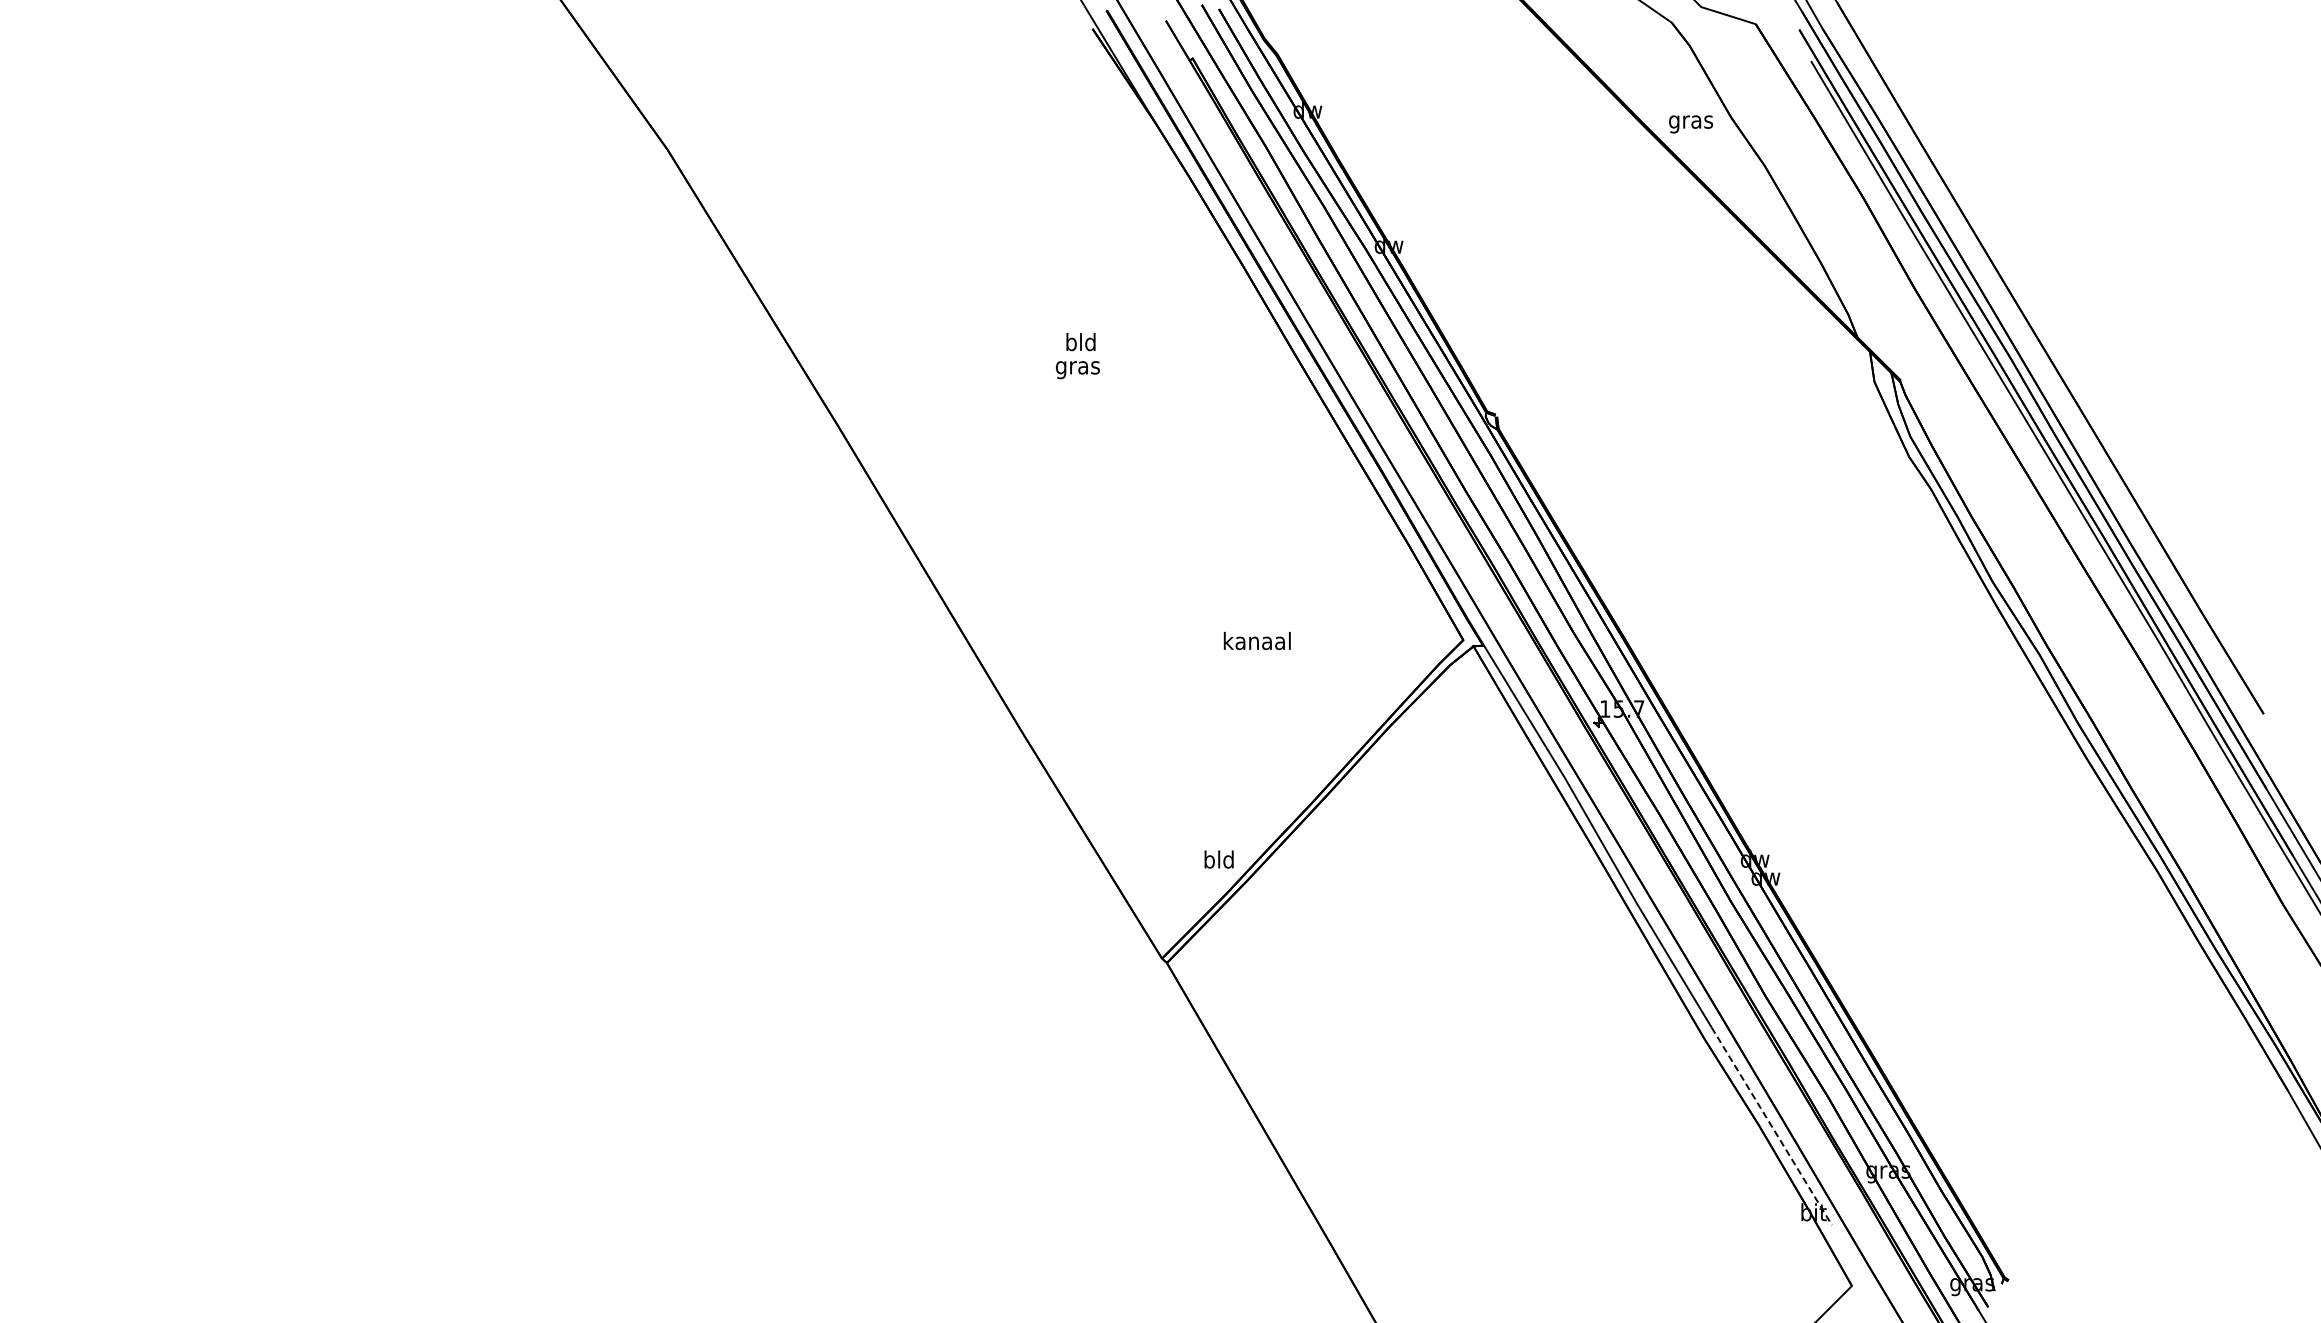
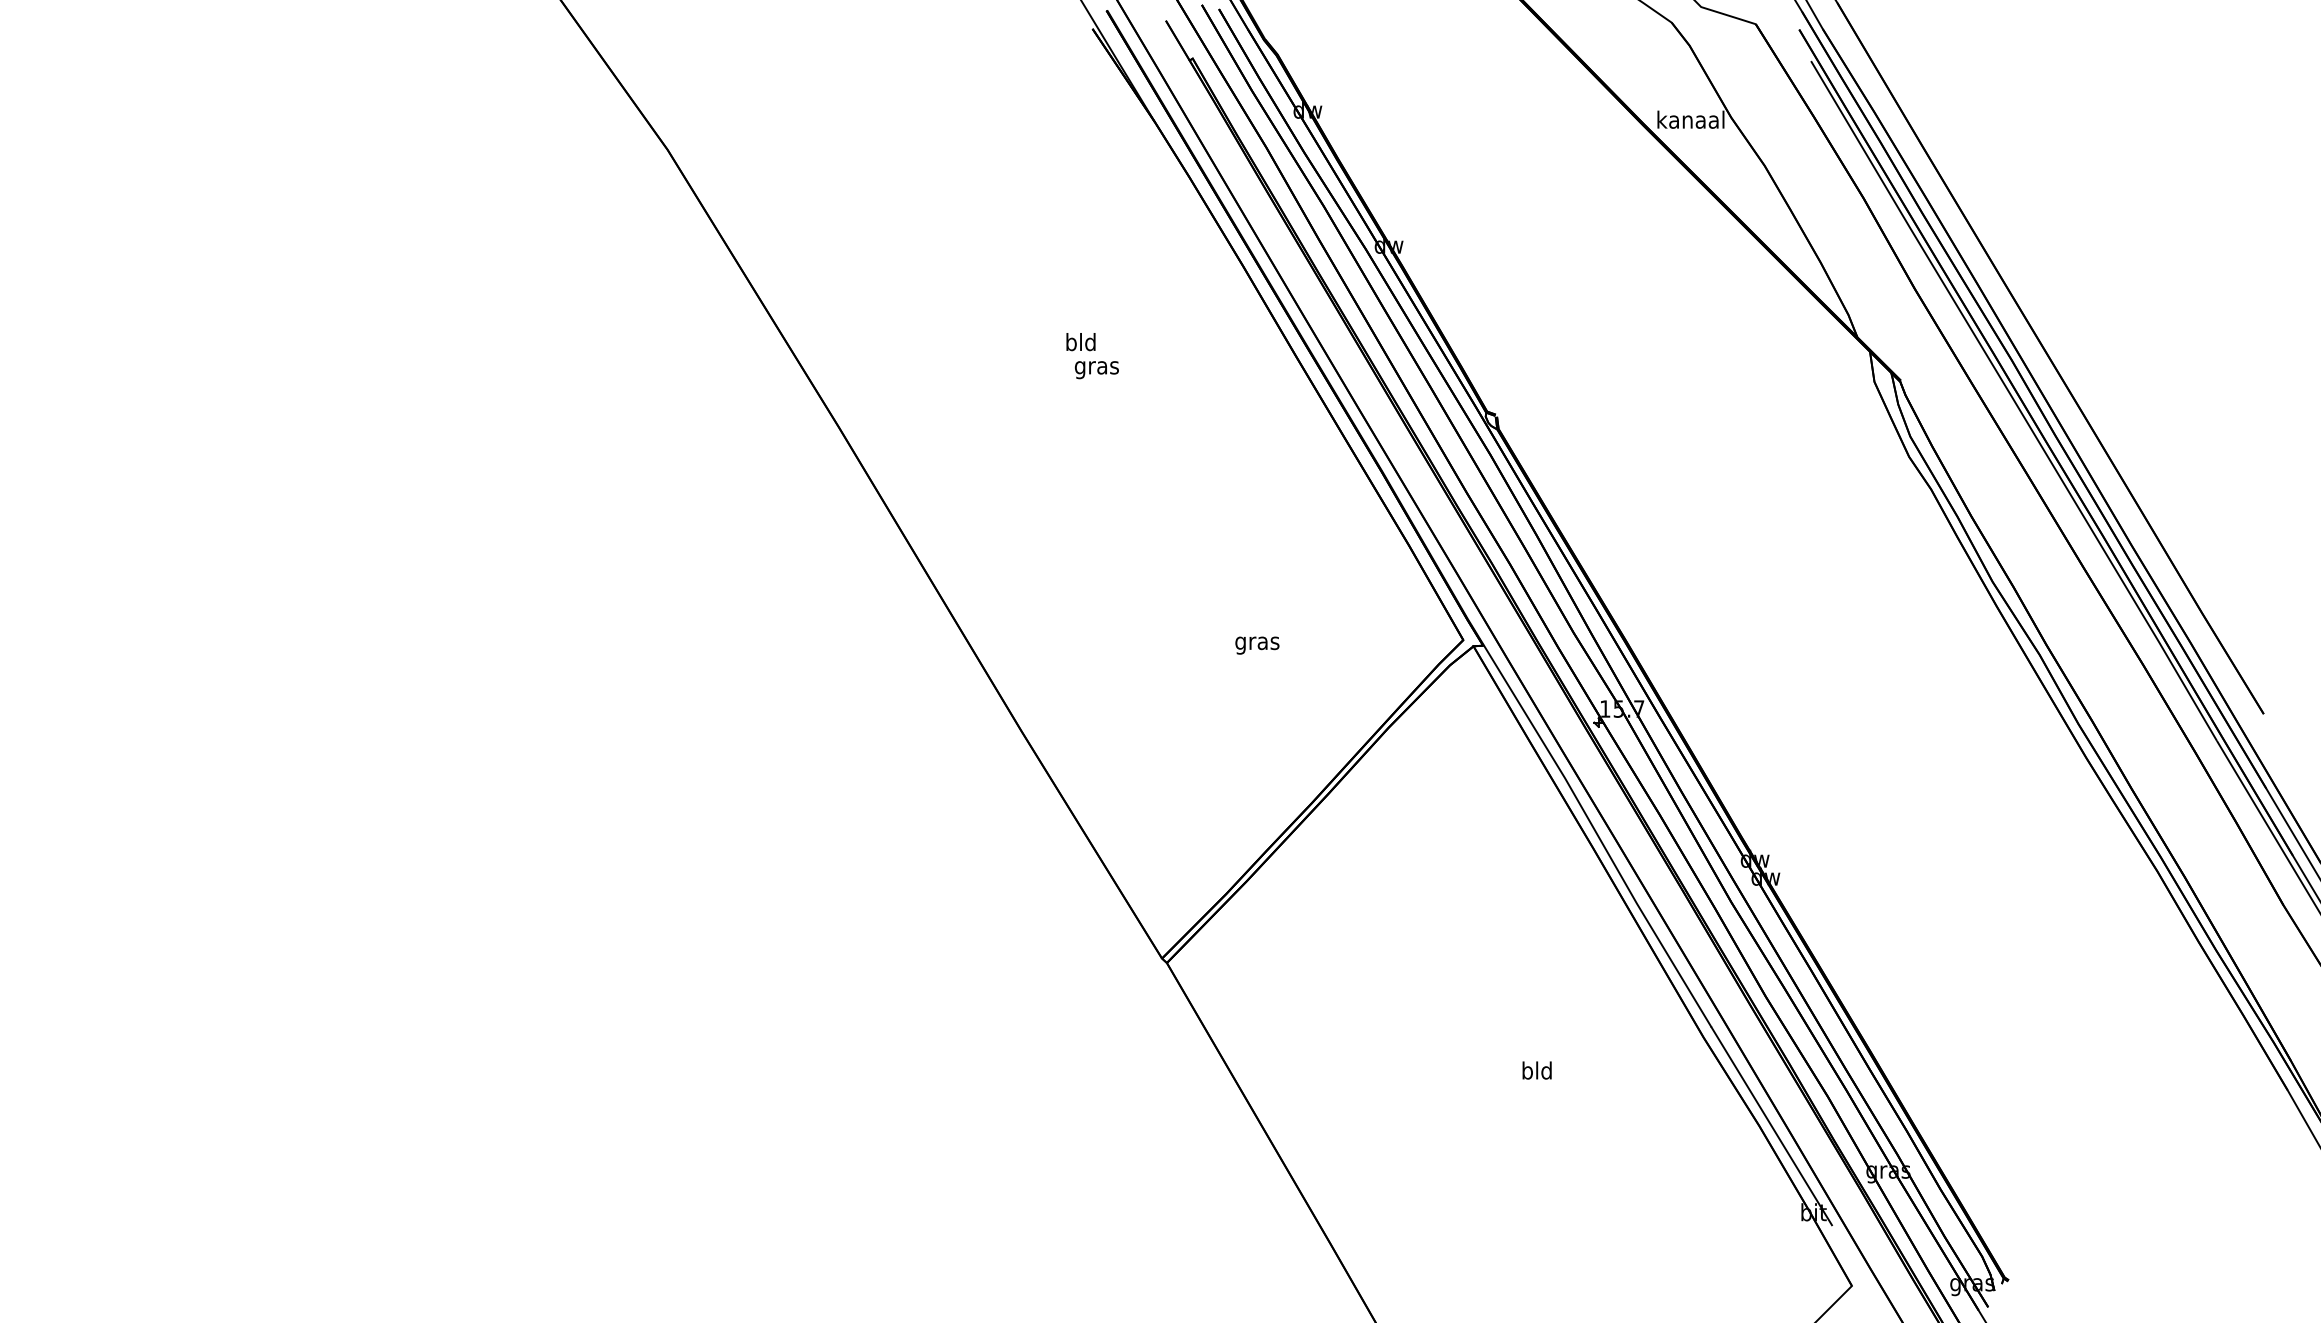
text at (1690, 121): gras -> kanaal
text at (1077, 370) position: (1077, 370) -> (1096, 370)
text at (1256, 642): kanaal -> gras
text at (1218, 859) position: (1218, 859) -> (1536, 1070)
line at (1771, 1126): dashed -> solid
